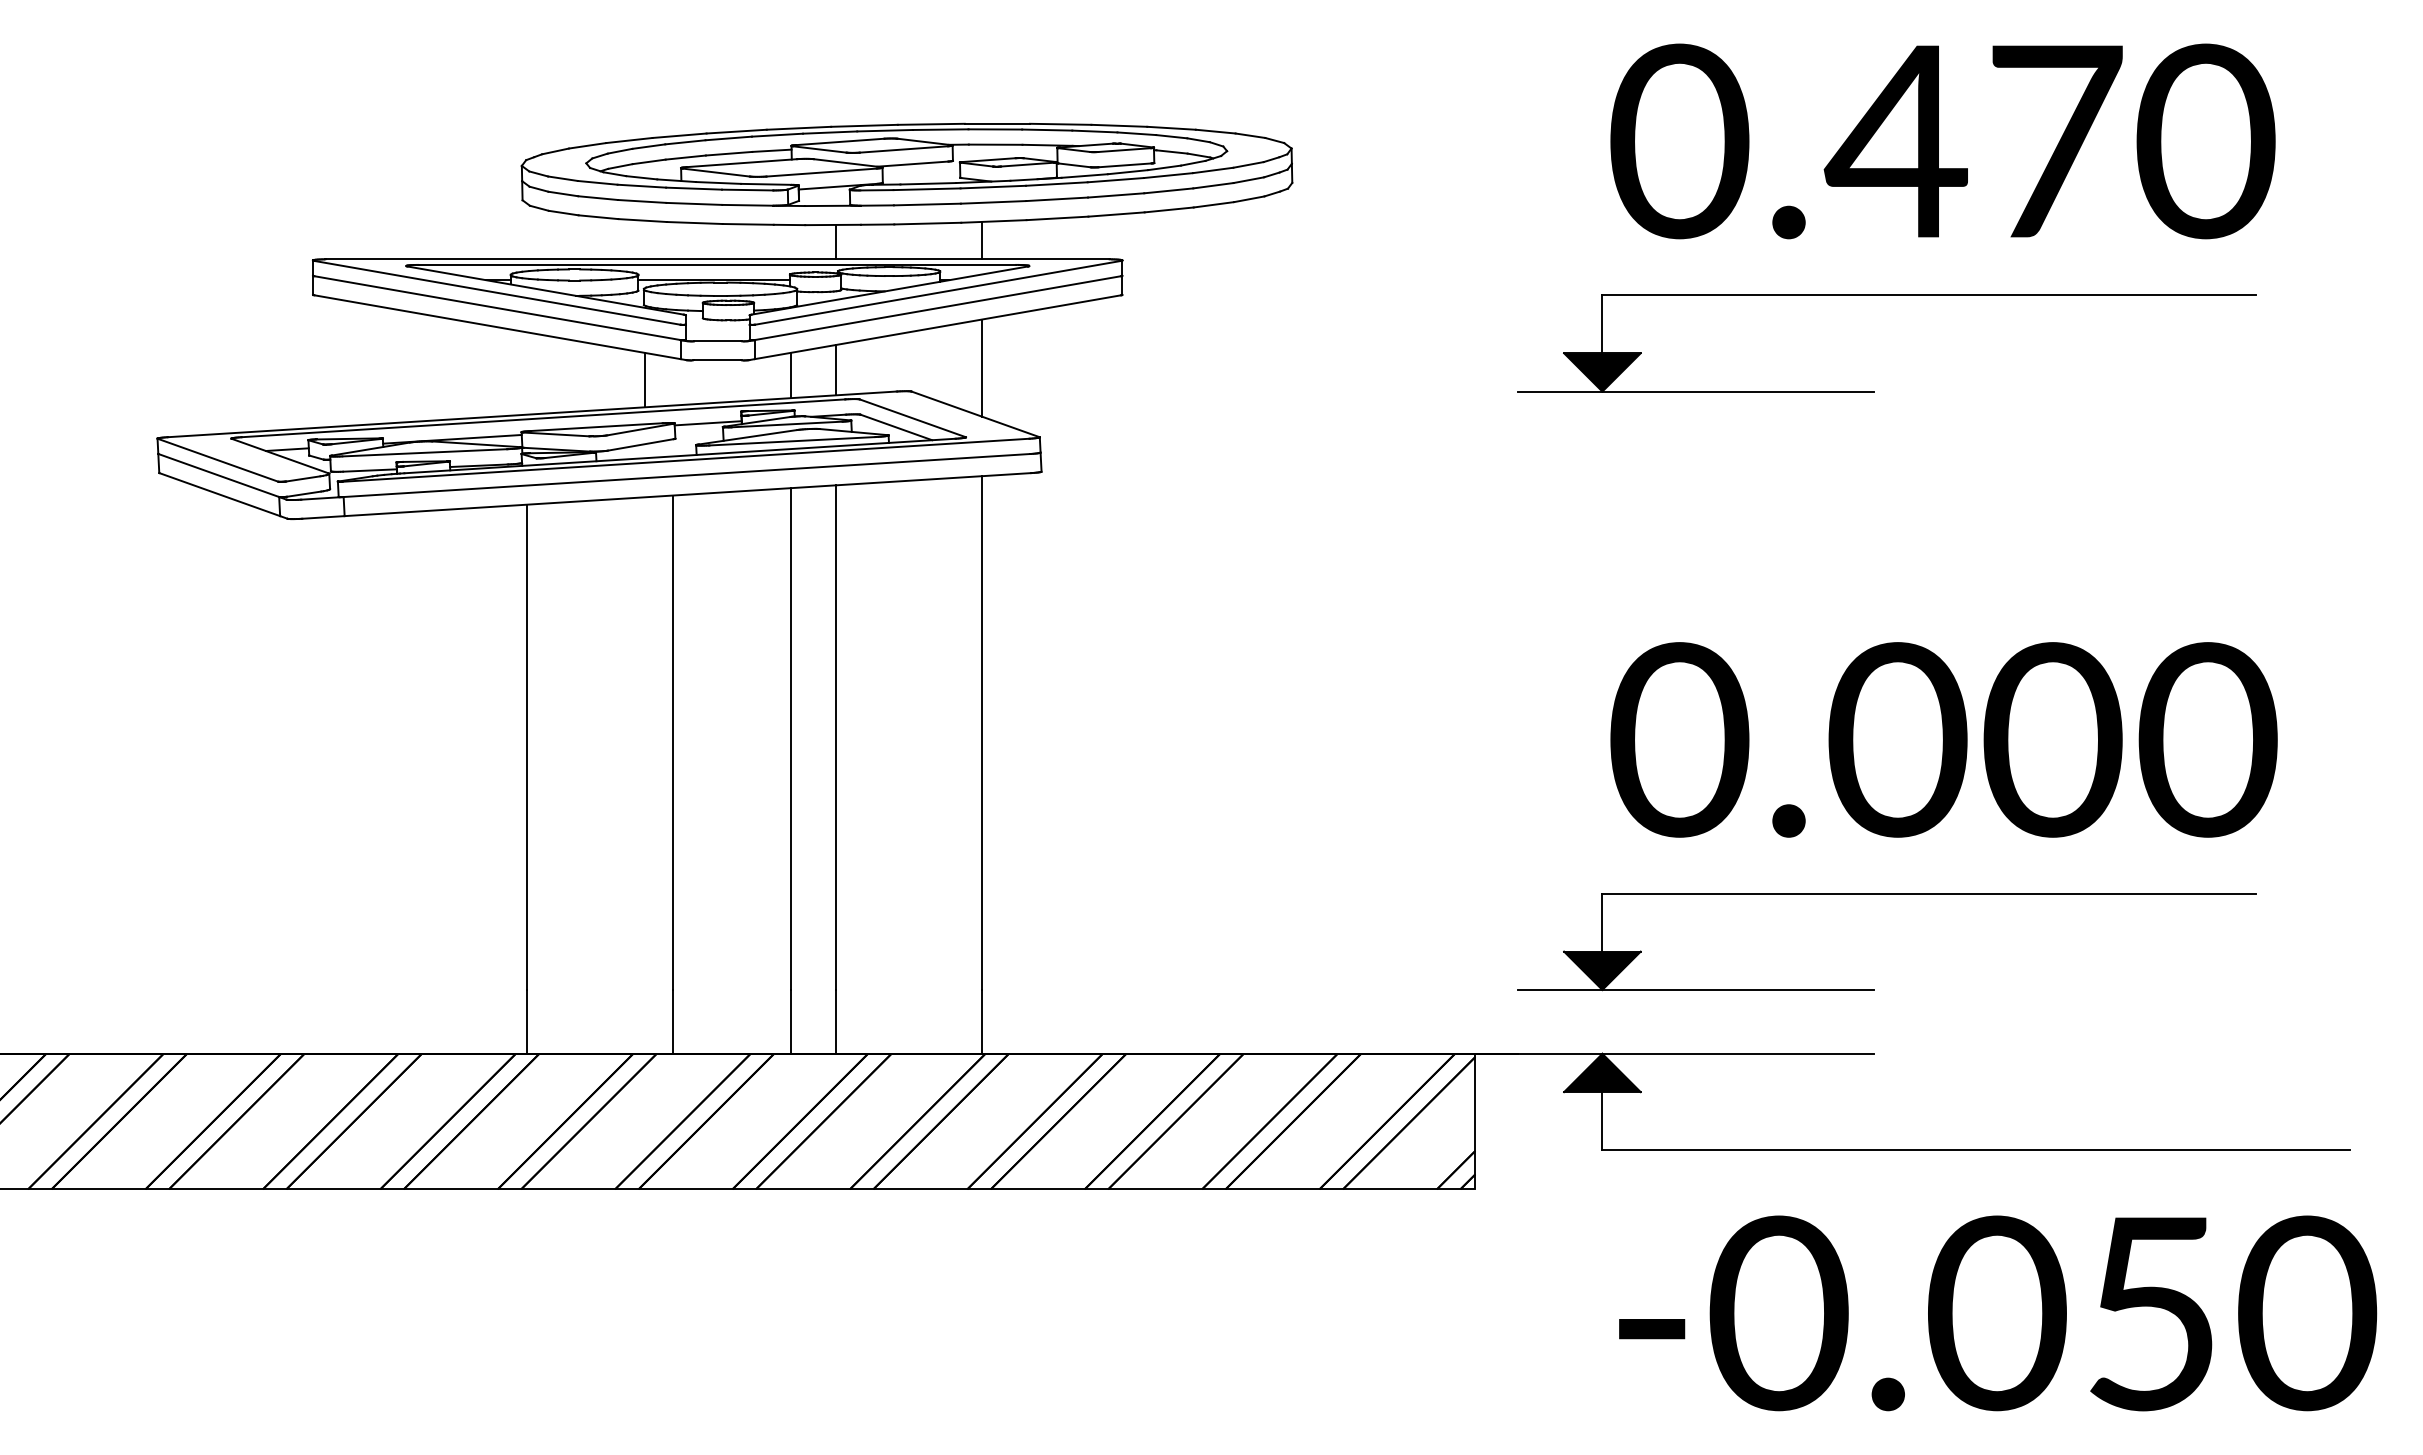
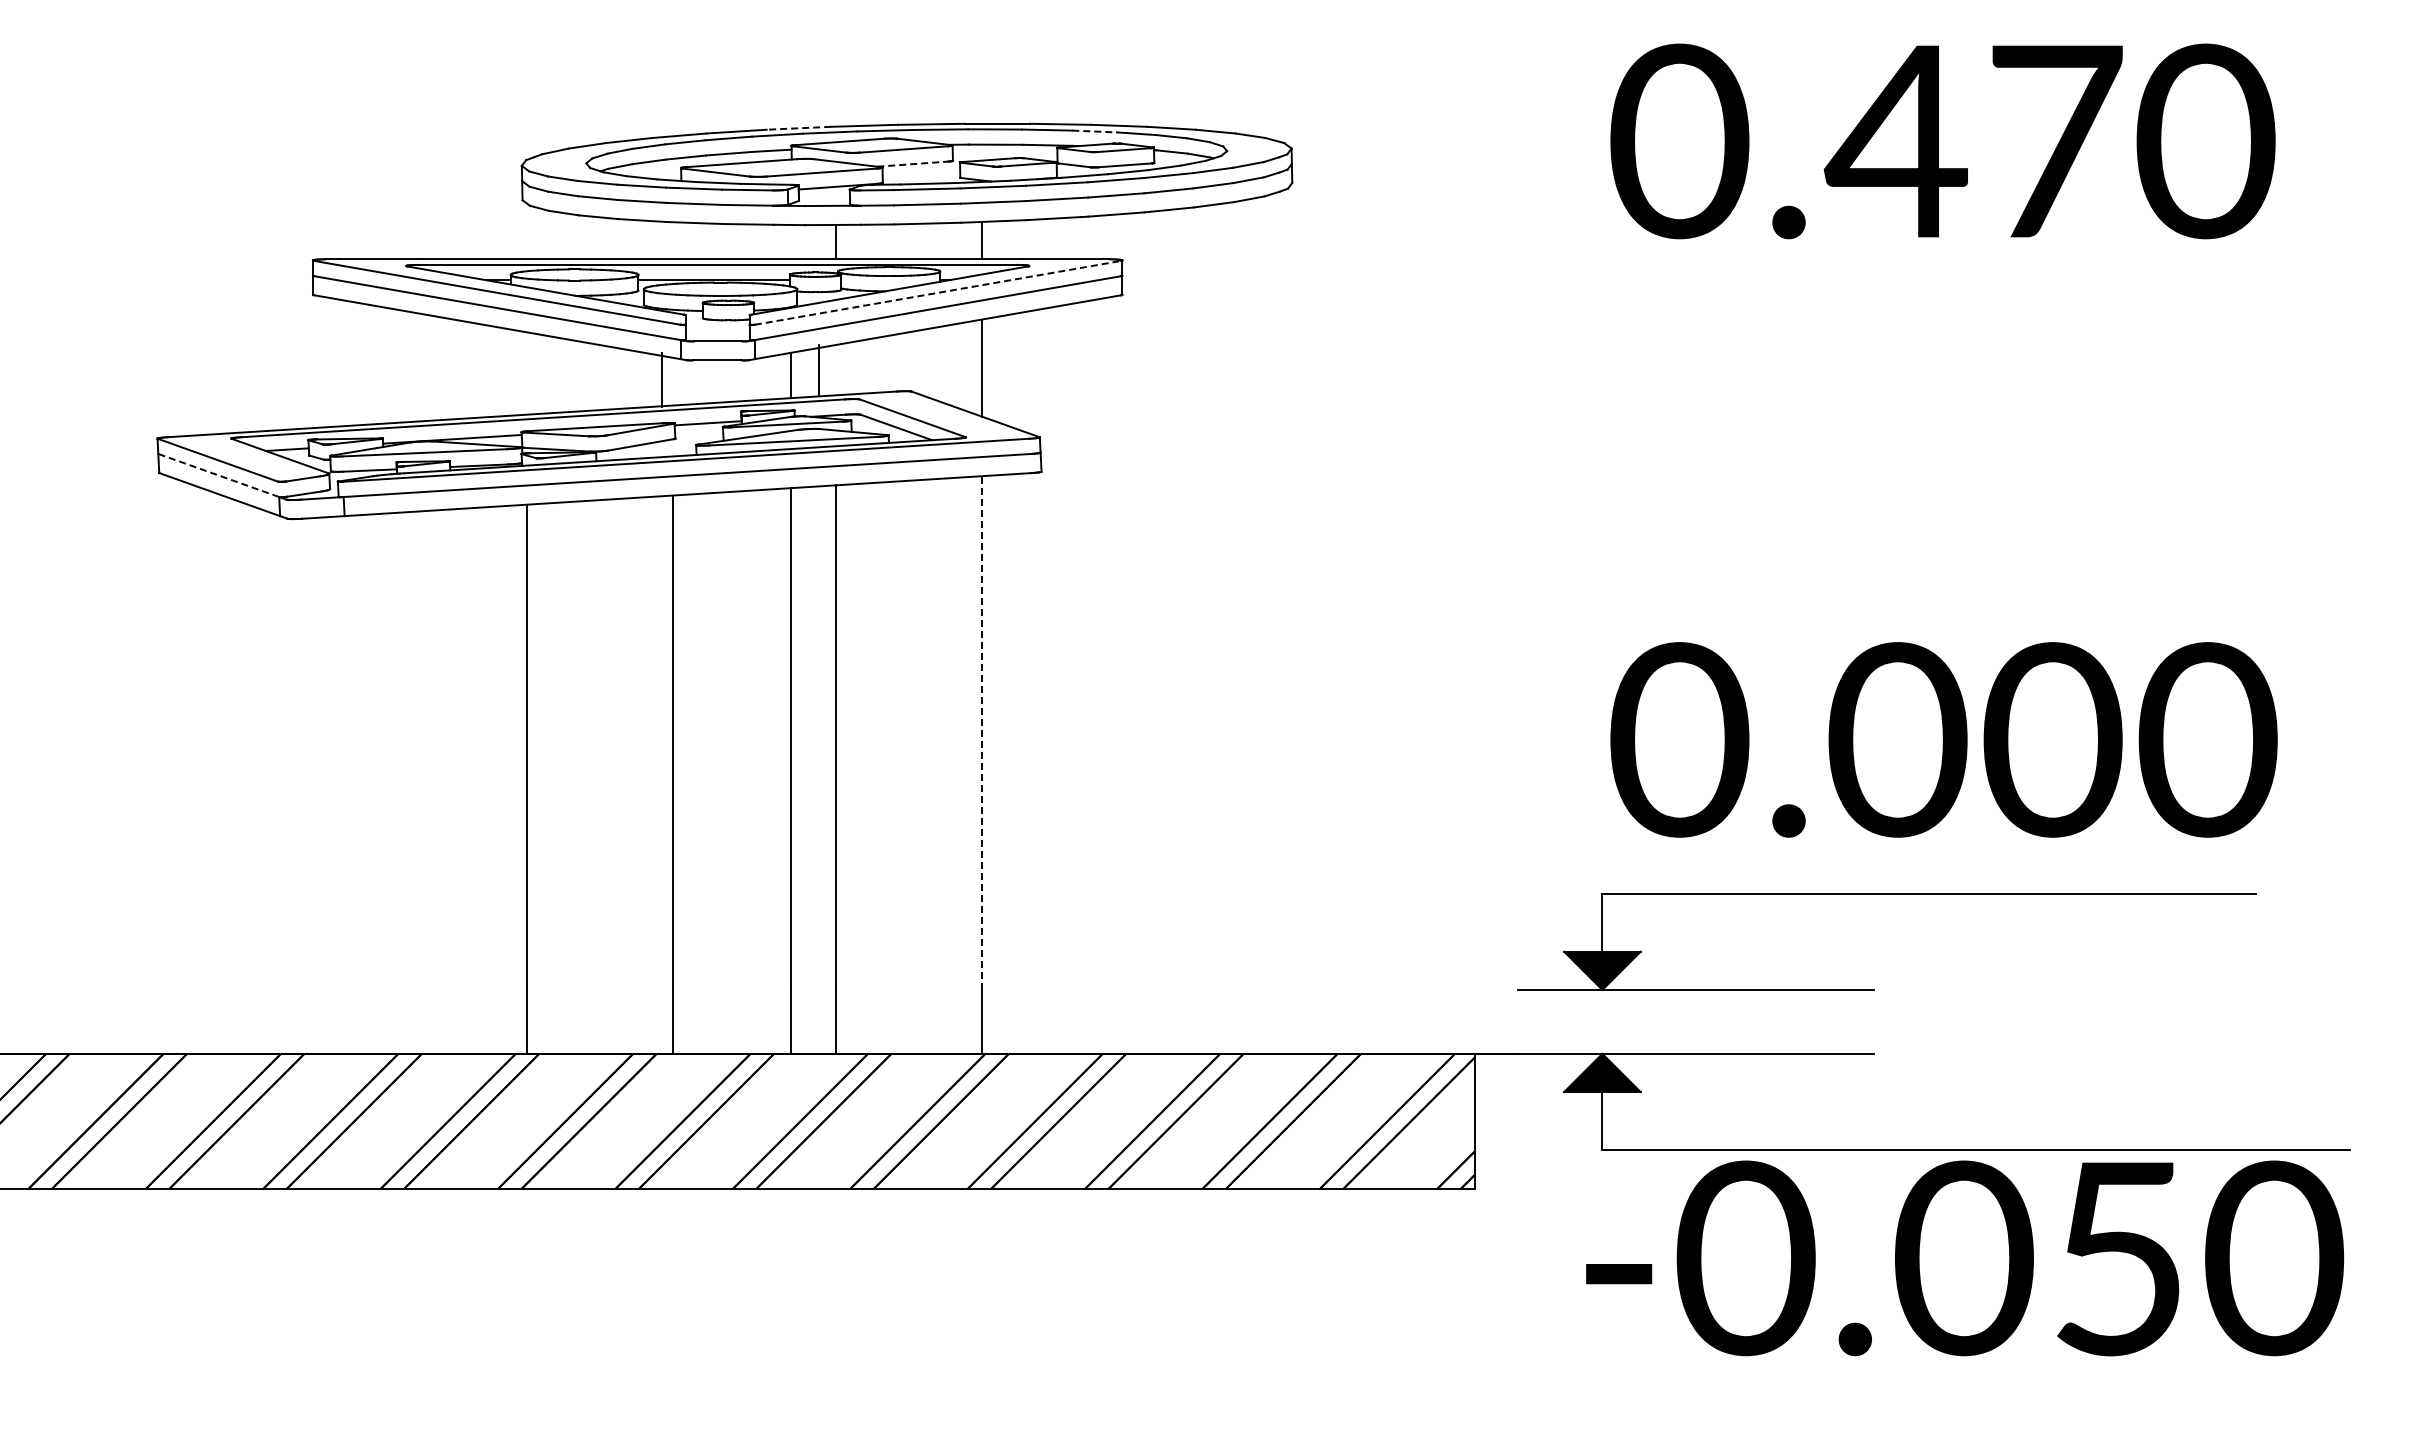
line at (798, 128): solid -> dashed
line at (1094, 131): solid -> dashed
line at (912, 164): solid -> dashed
line at (937, 292): solid -> dashed
part at (1886, 295): present -> none
line at (835, 370) position: (835, 370) -> (818, 370)
line at (644, 379) position: (644, 379) -> (661, 379)
line at (219, 475): solid -> dashed
line at (981, 733): solid -> dashed
text at (1998, 1313) position: (1998, 1313) -> (1965, 1258)
